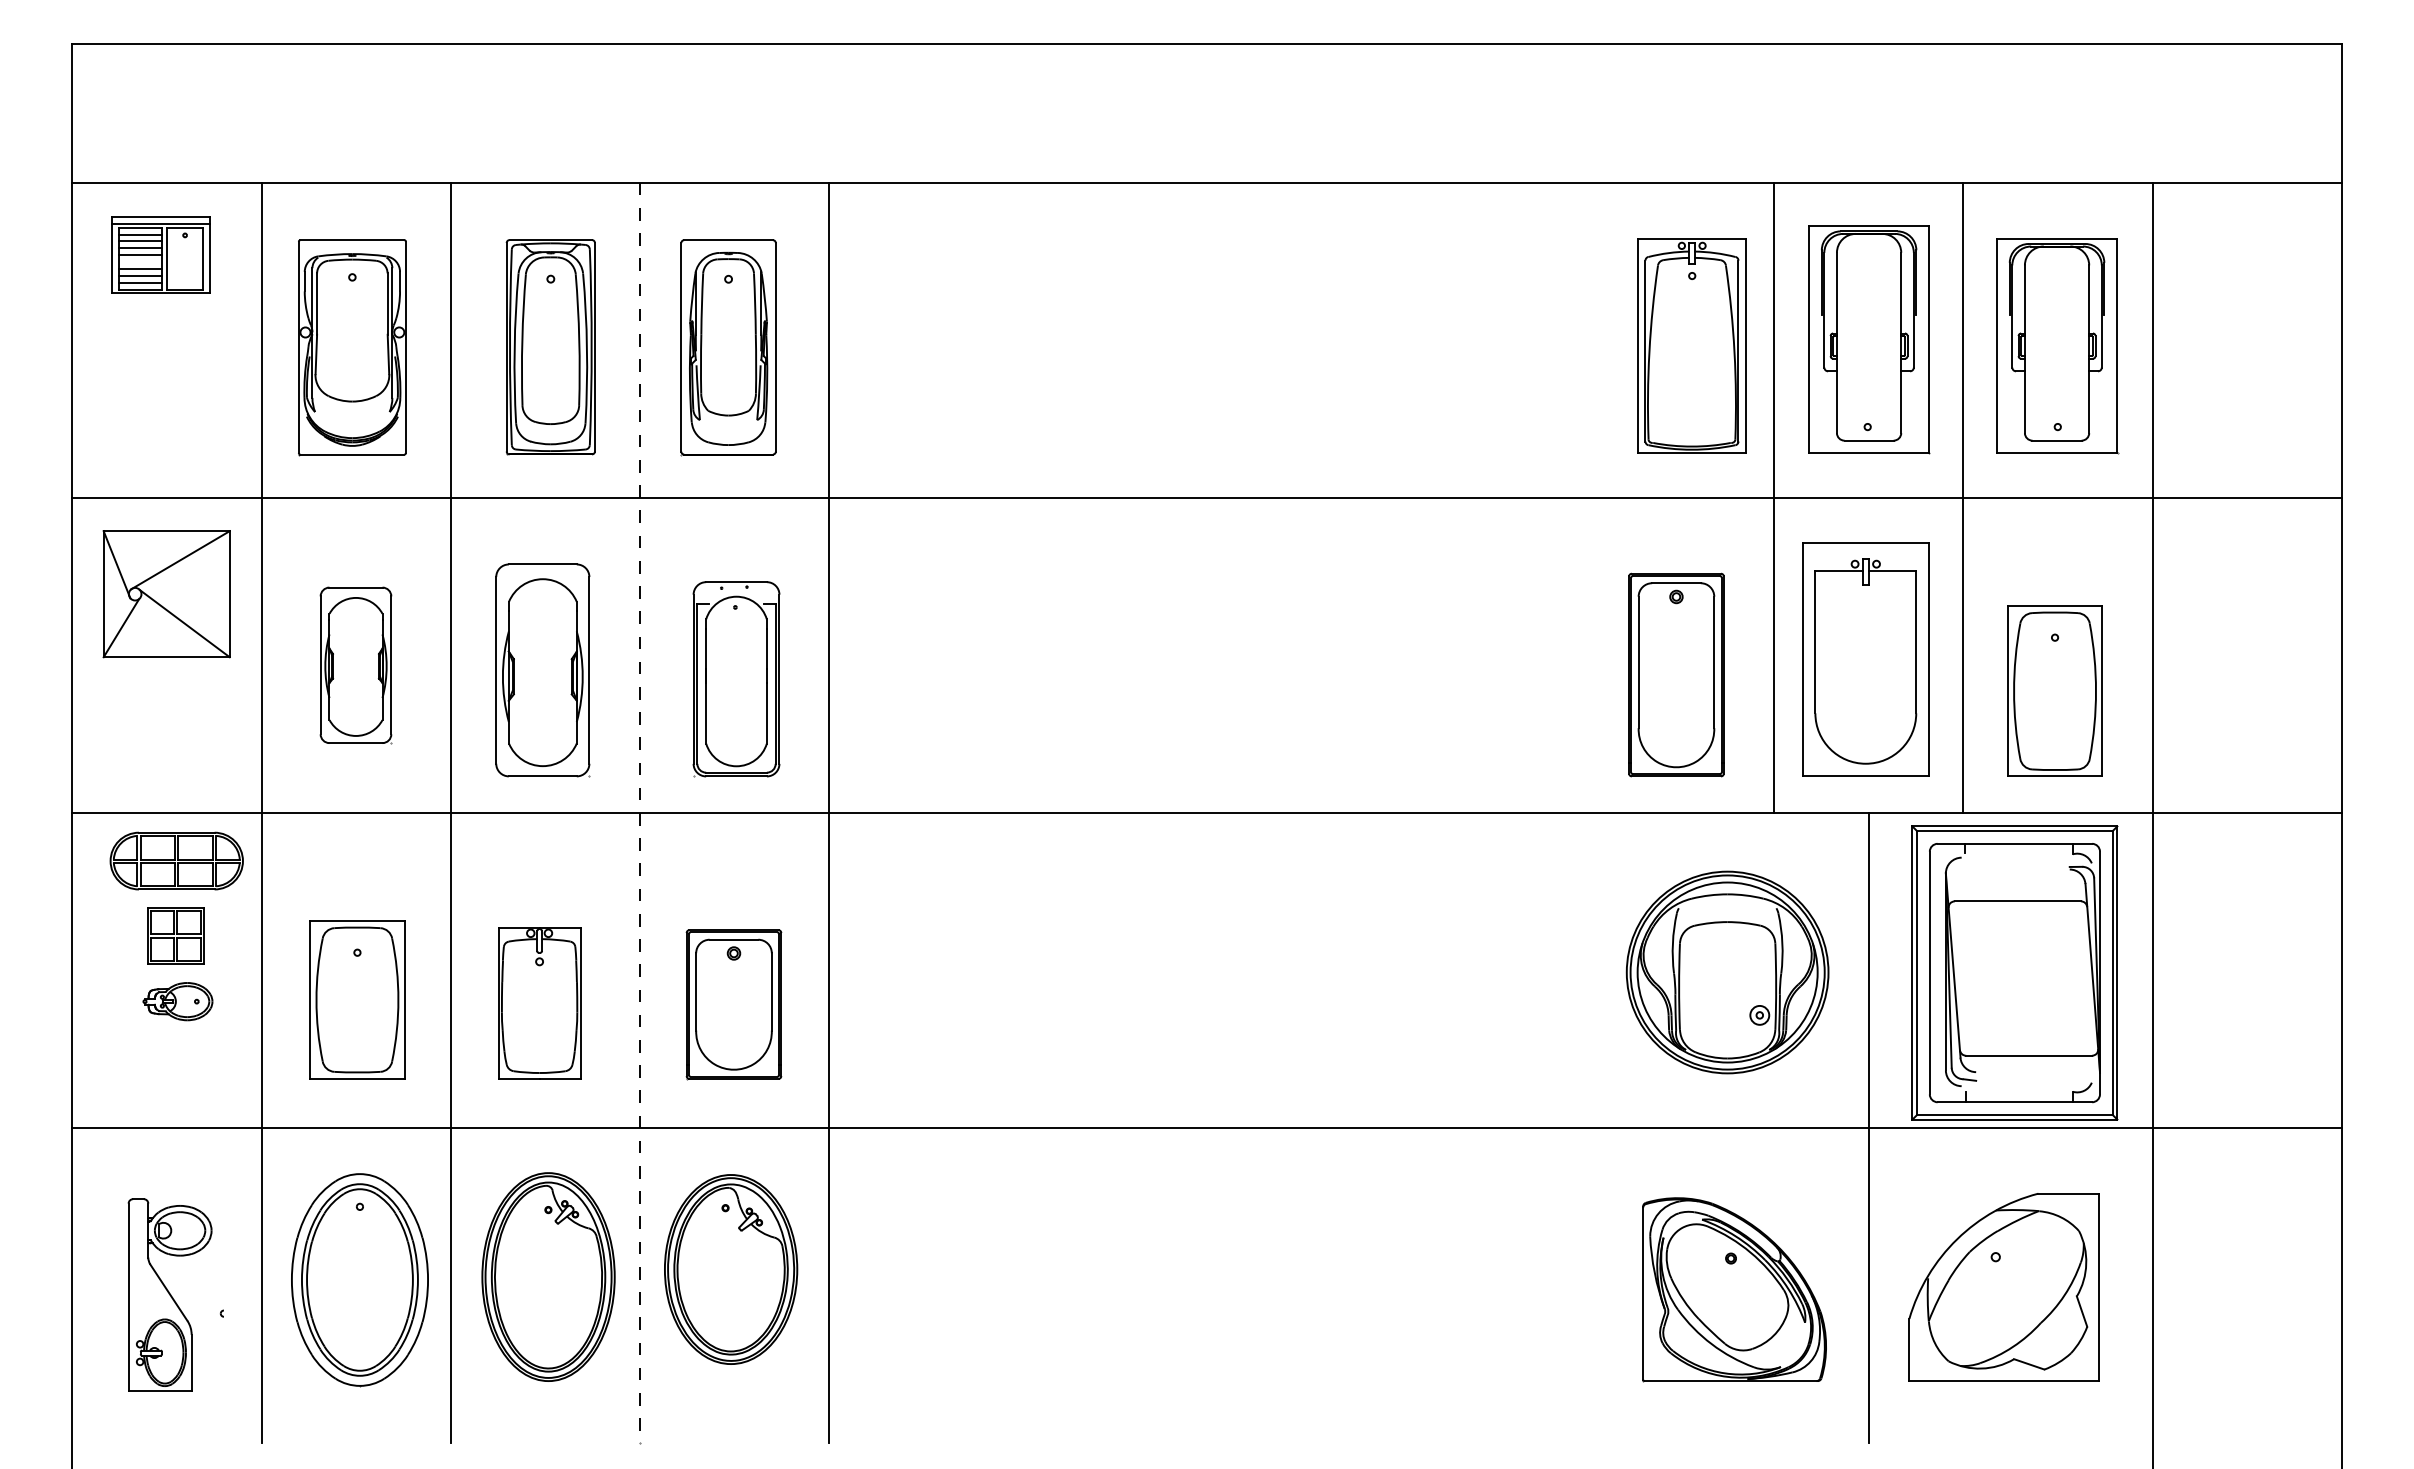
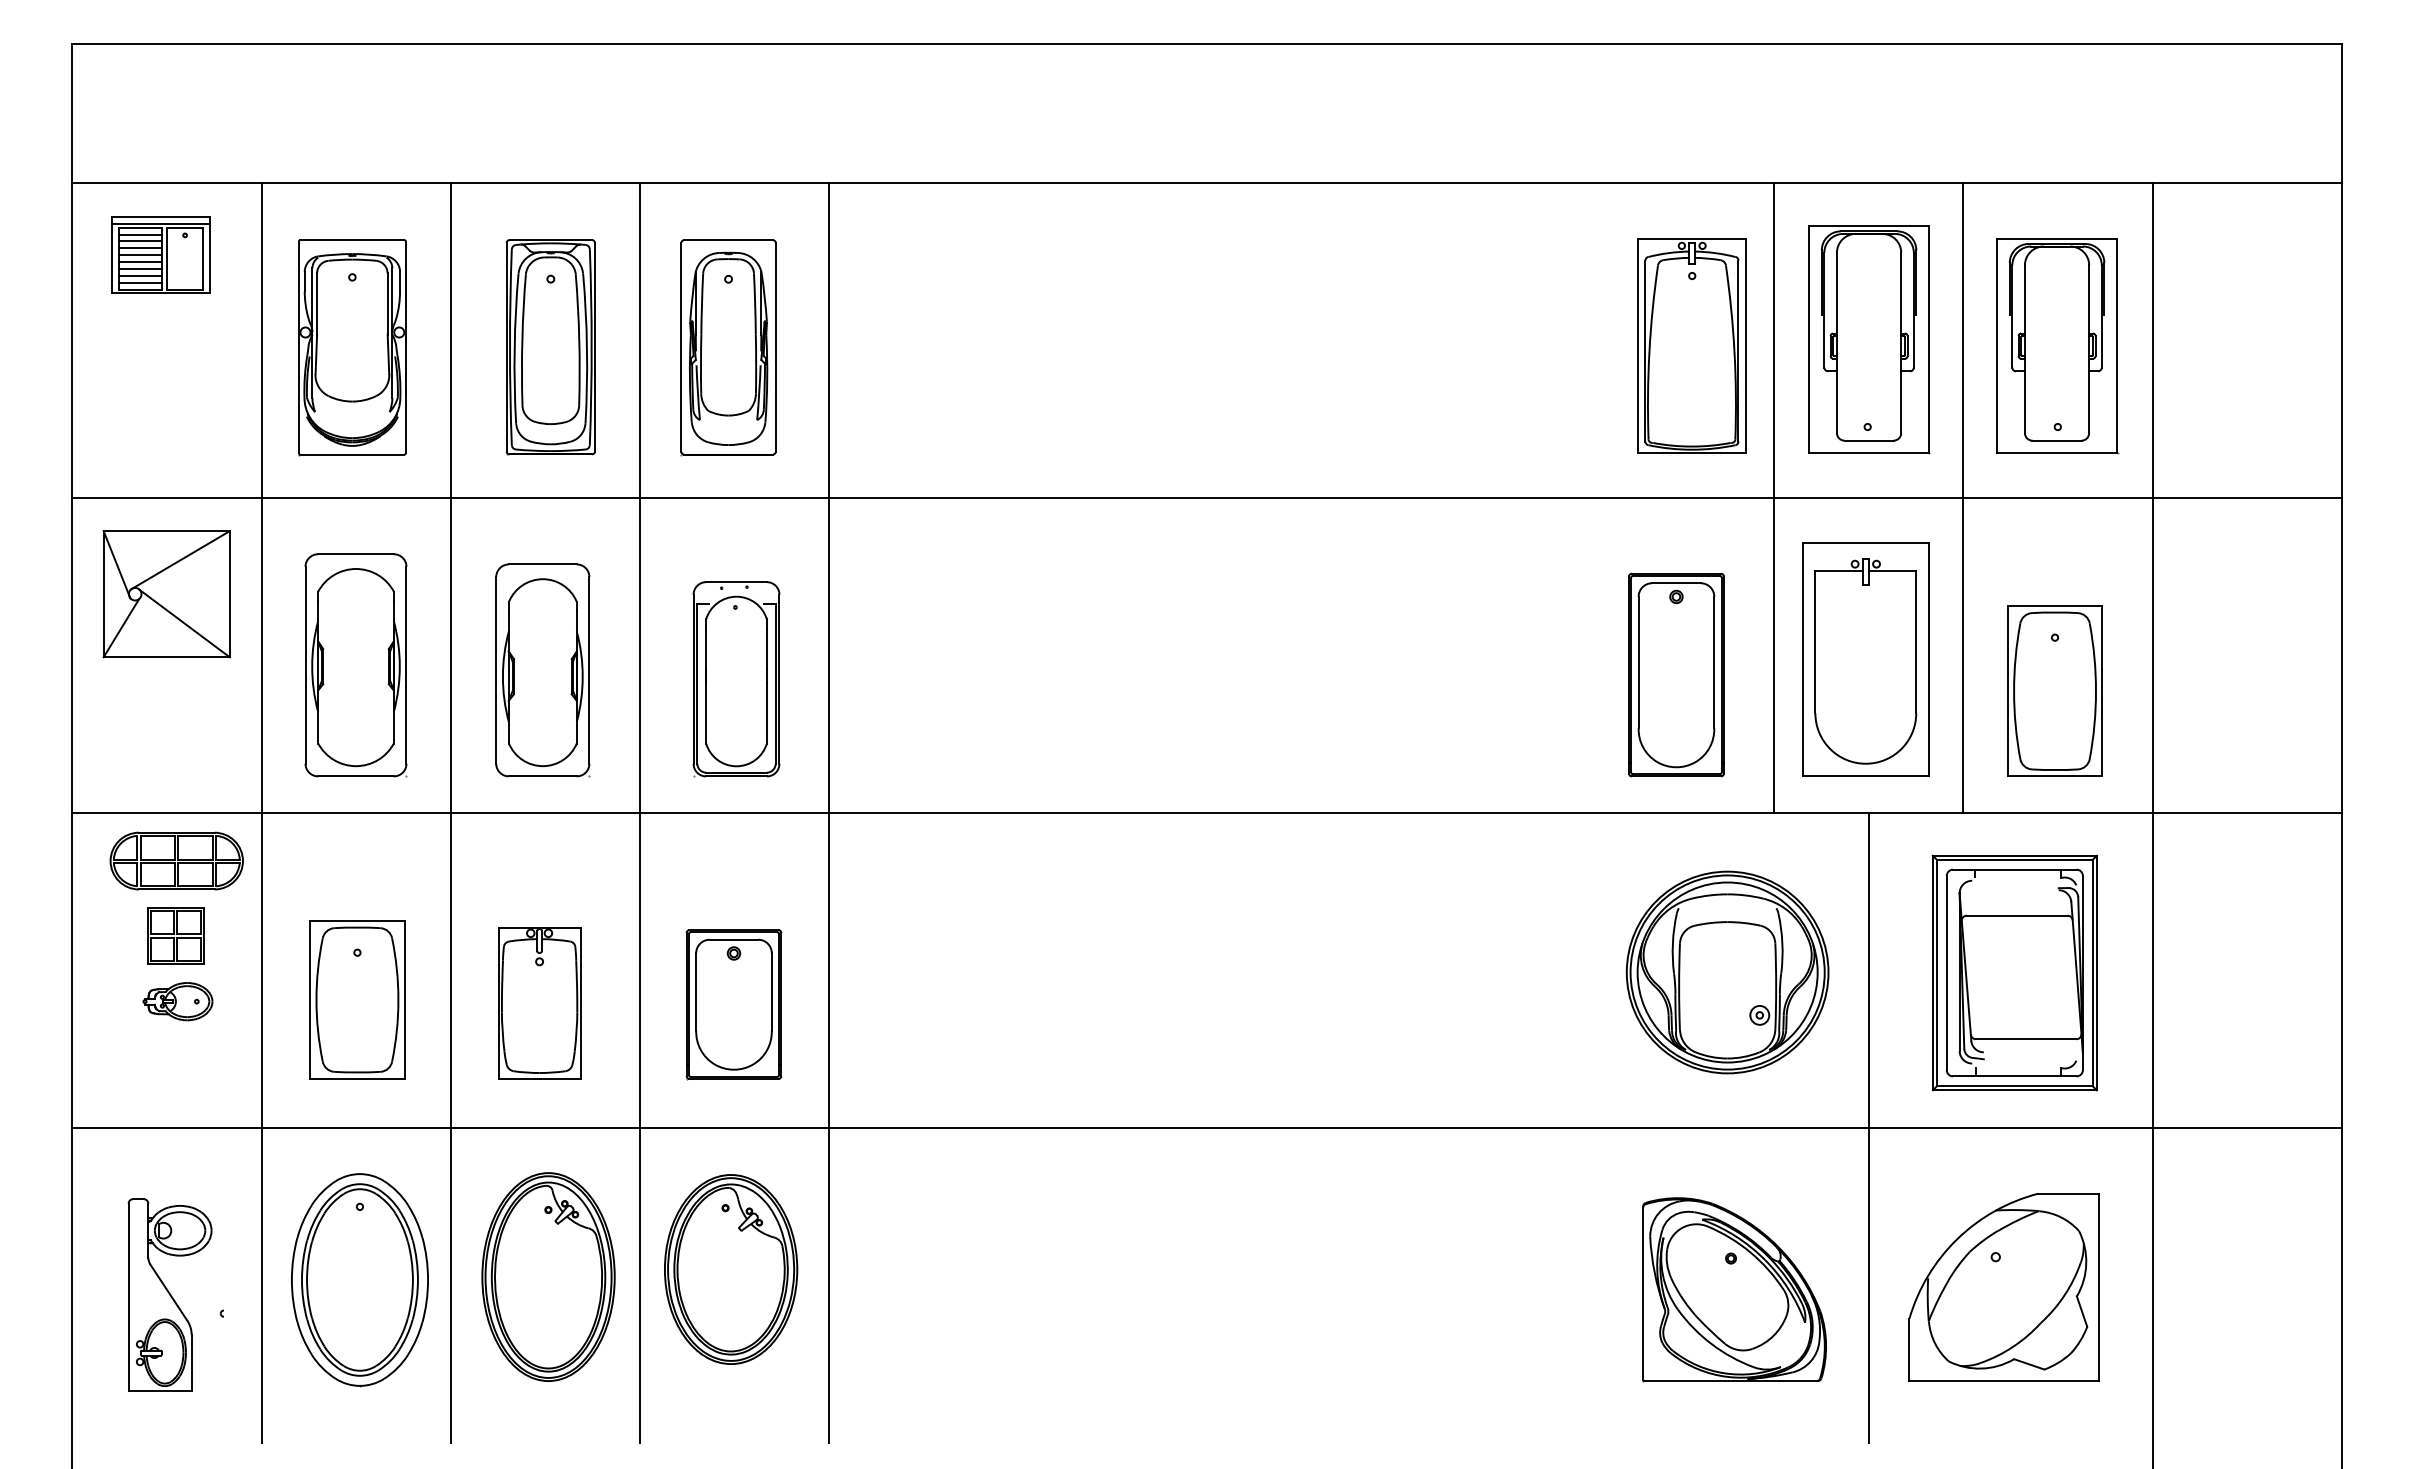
line at (139, 262): none -> present
part at (355, 665) size: 74x159 px -> 104x225 px
line at (639, 813): dashed -> solid
part at (2014, 972) size: 208x296 px -> 167x238 px
